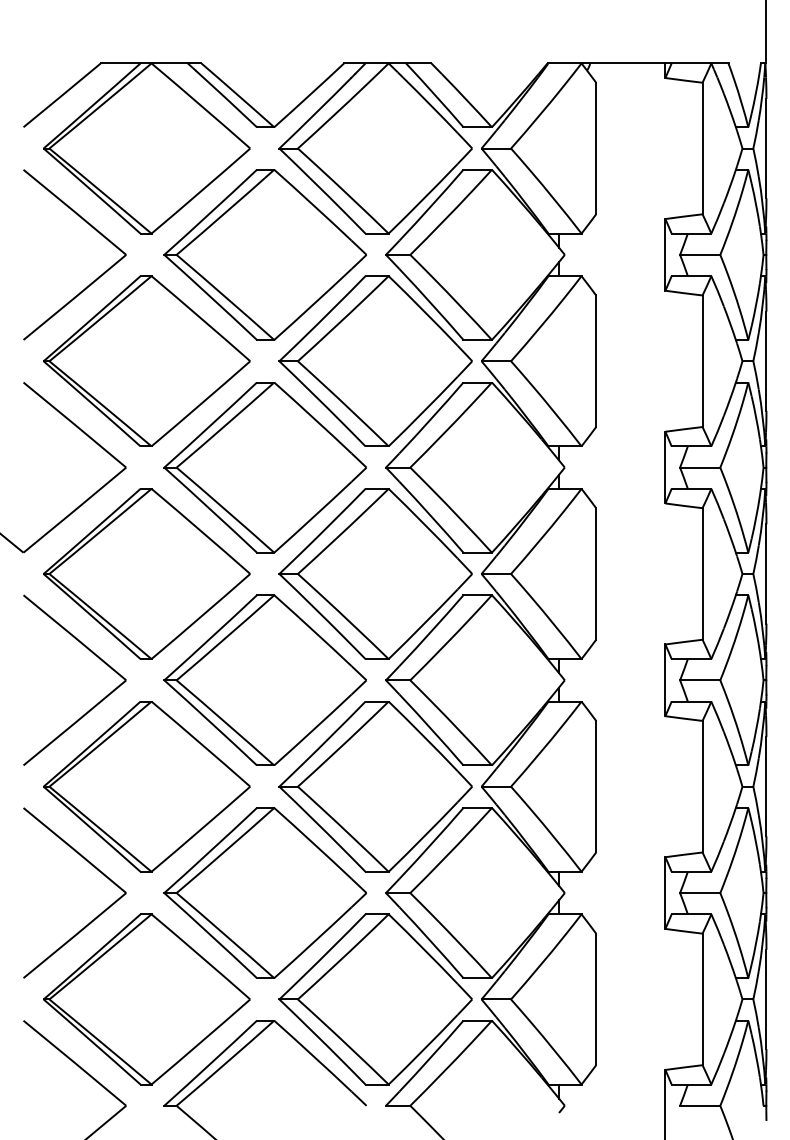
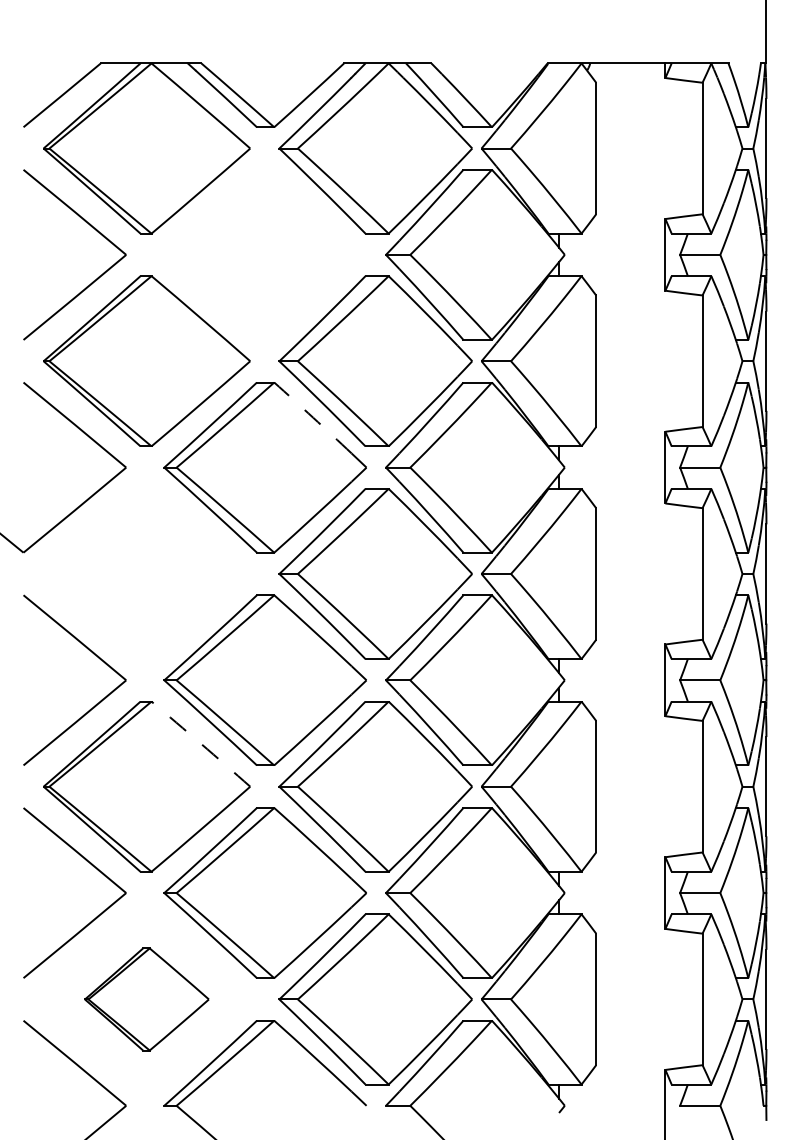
part at (264, 254): present -> none
arc at (313, 417): solid -> dashed
part at (146, 573): present -> none
arc at (201, 743): solid -> dashed
part at (146, 999) size: 208x173 px -> 126x105 px
